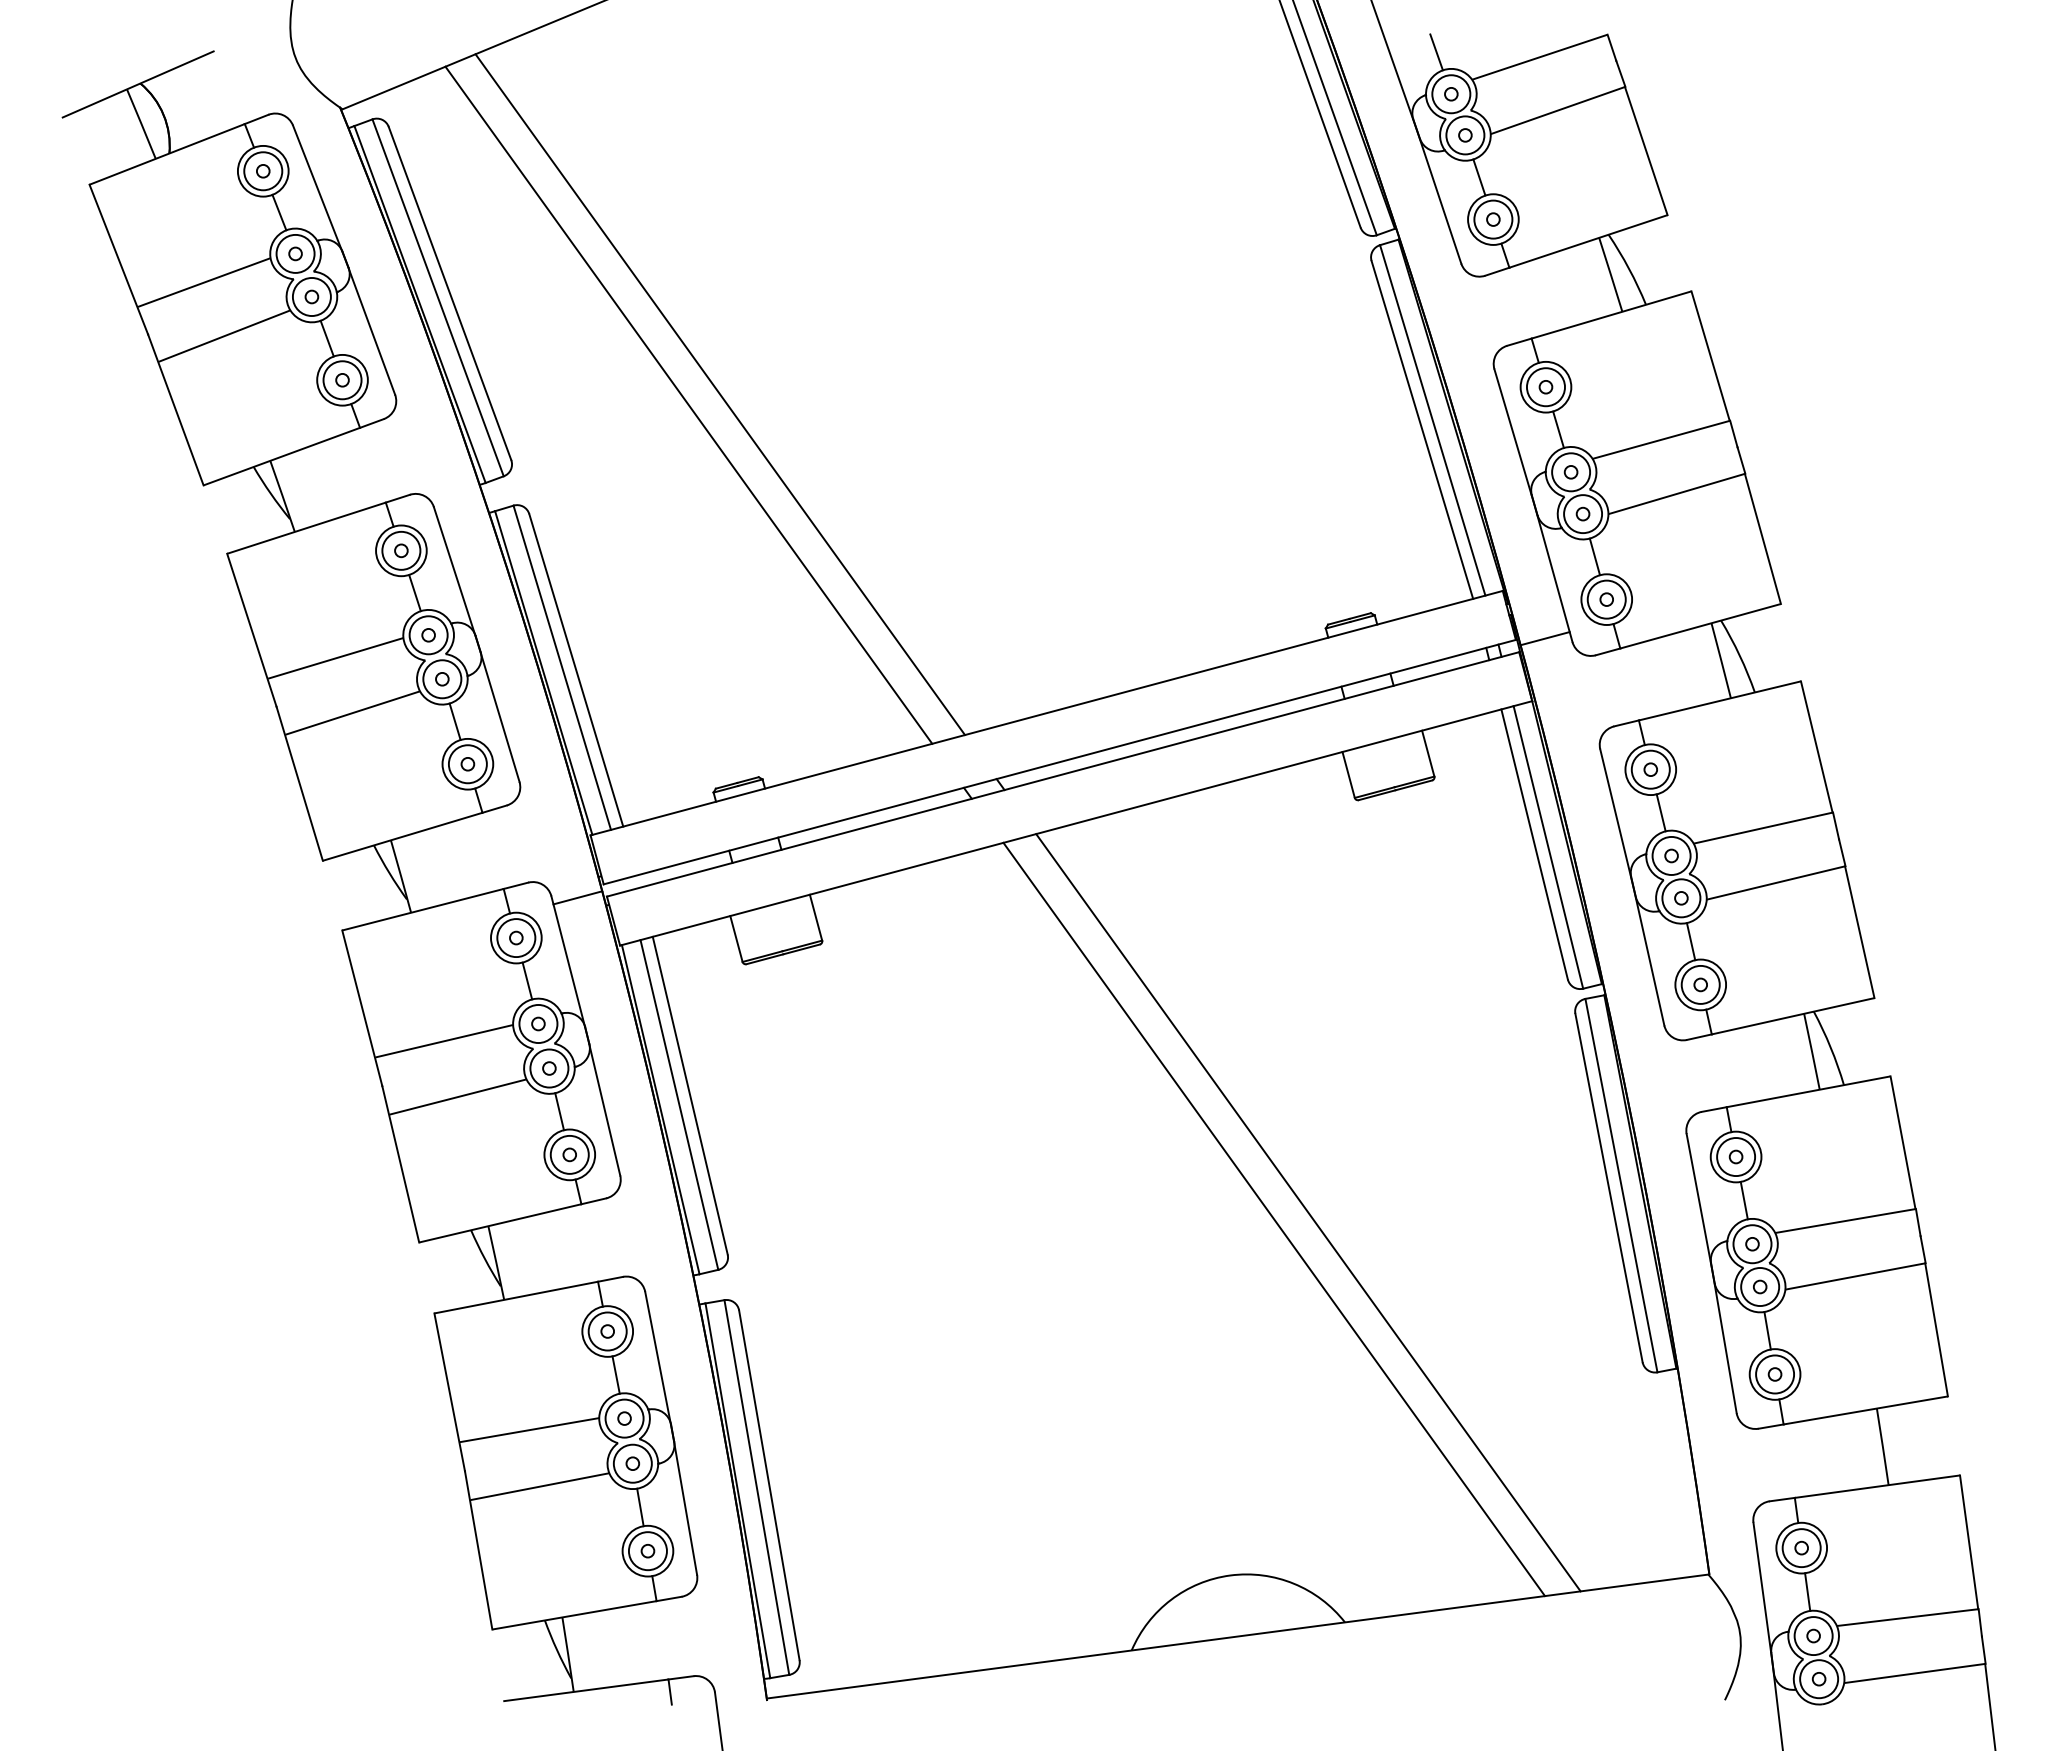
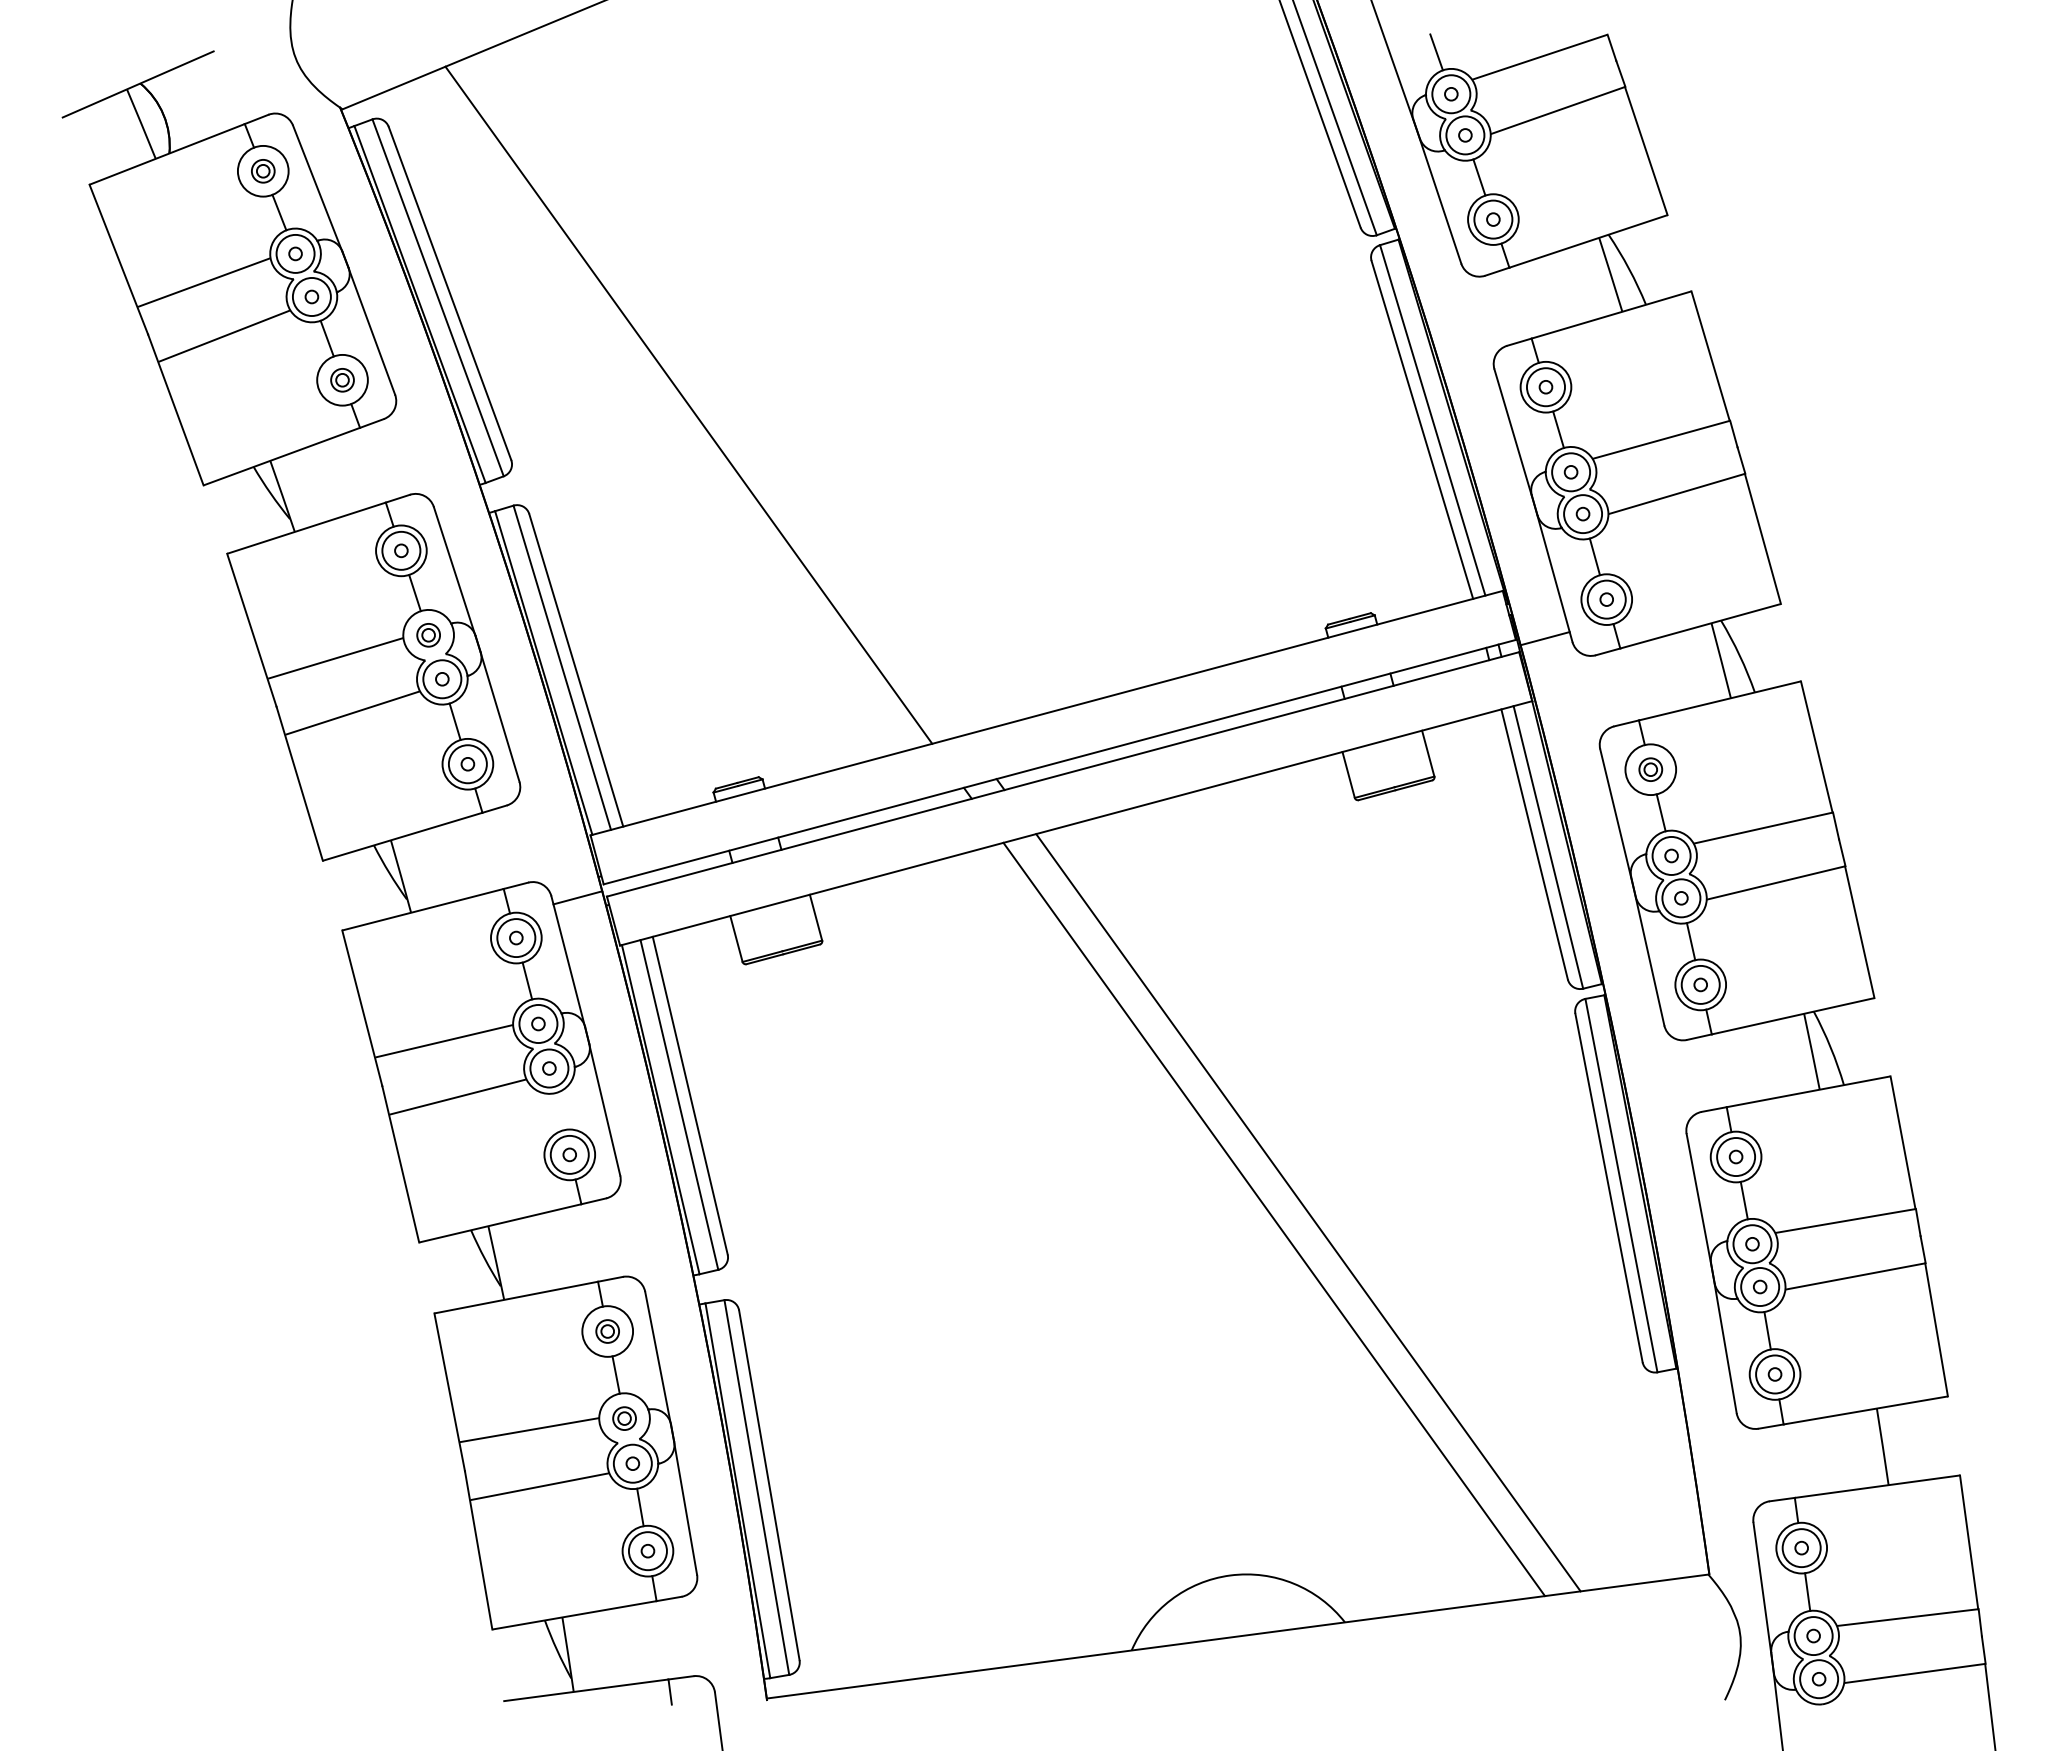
circle at (263, 171) diameter: 38 px -> 23 px
circle at (342, 380) diameter: 38 px -> 23 px
line at (720, 394): present -> none
circle at (428, 635) diameter: 38 px -> 23 px
circle at (1650, 769) diameter: 38 px -> 23 px
line at (559, 1111): present -> none
circle at (607, 1331) diameter: 38 px -> 23 px
circle at (624, 1418) diameter: 38 px -> 23 px
